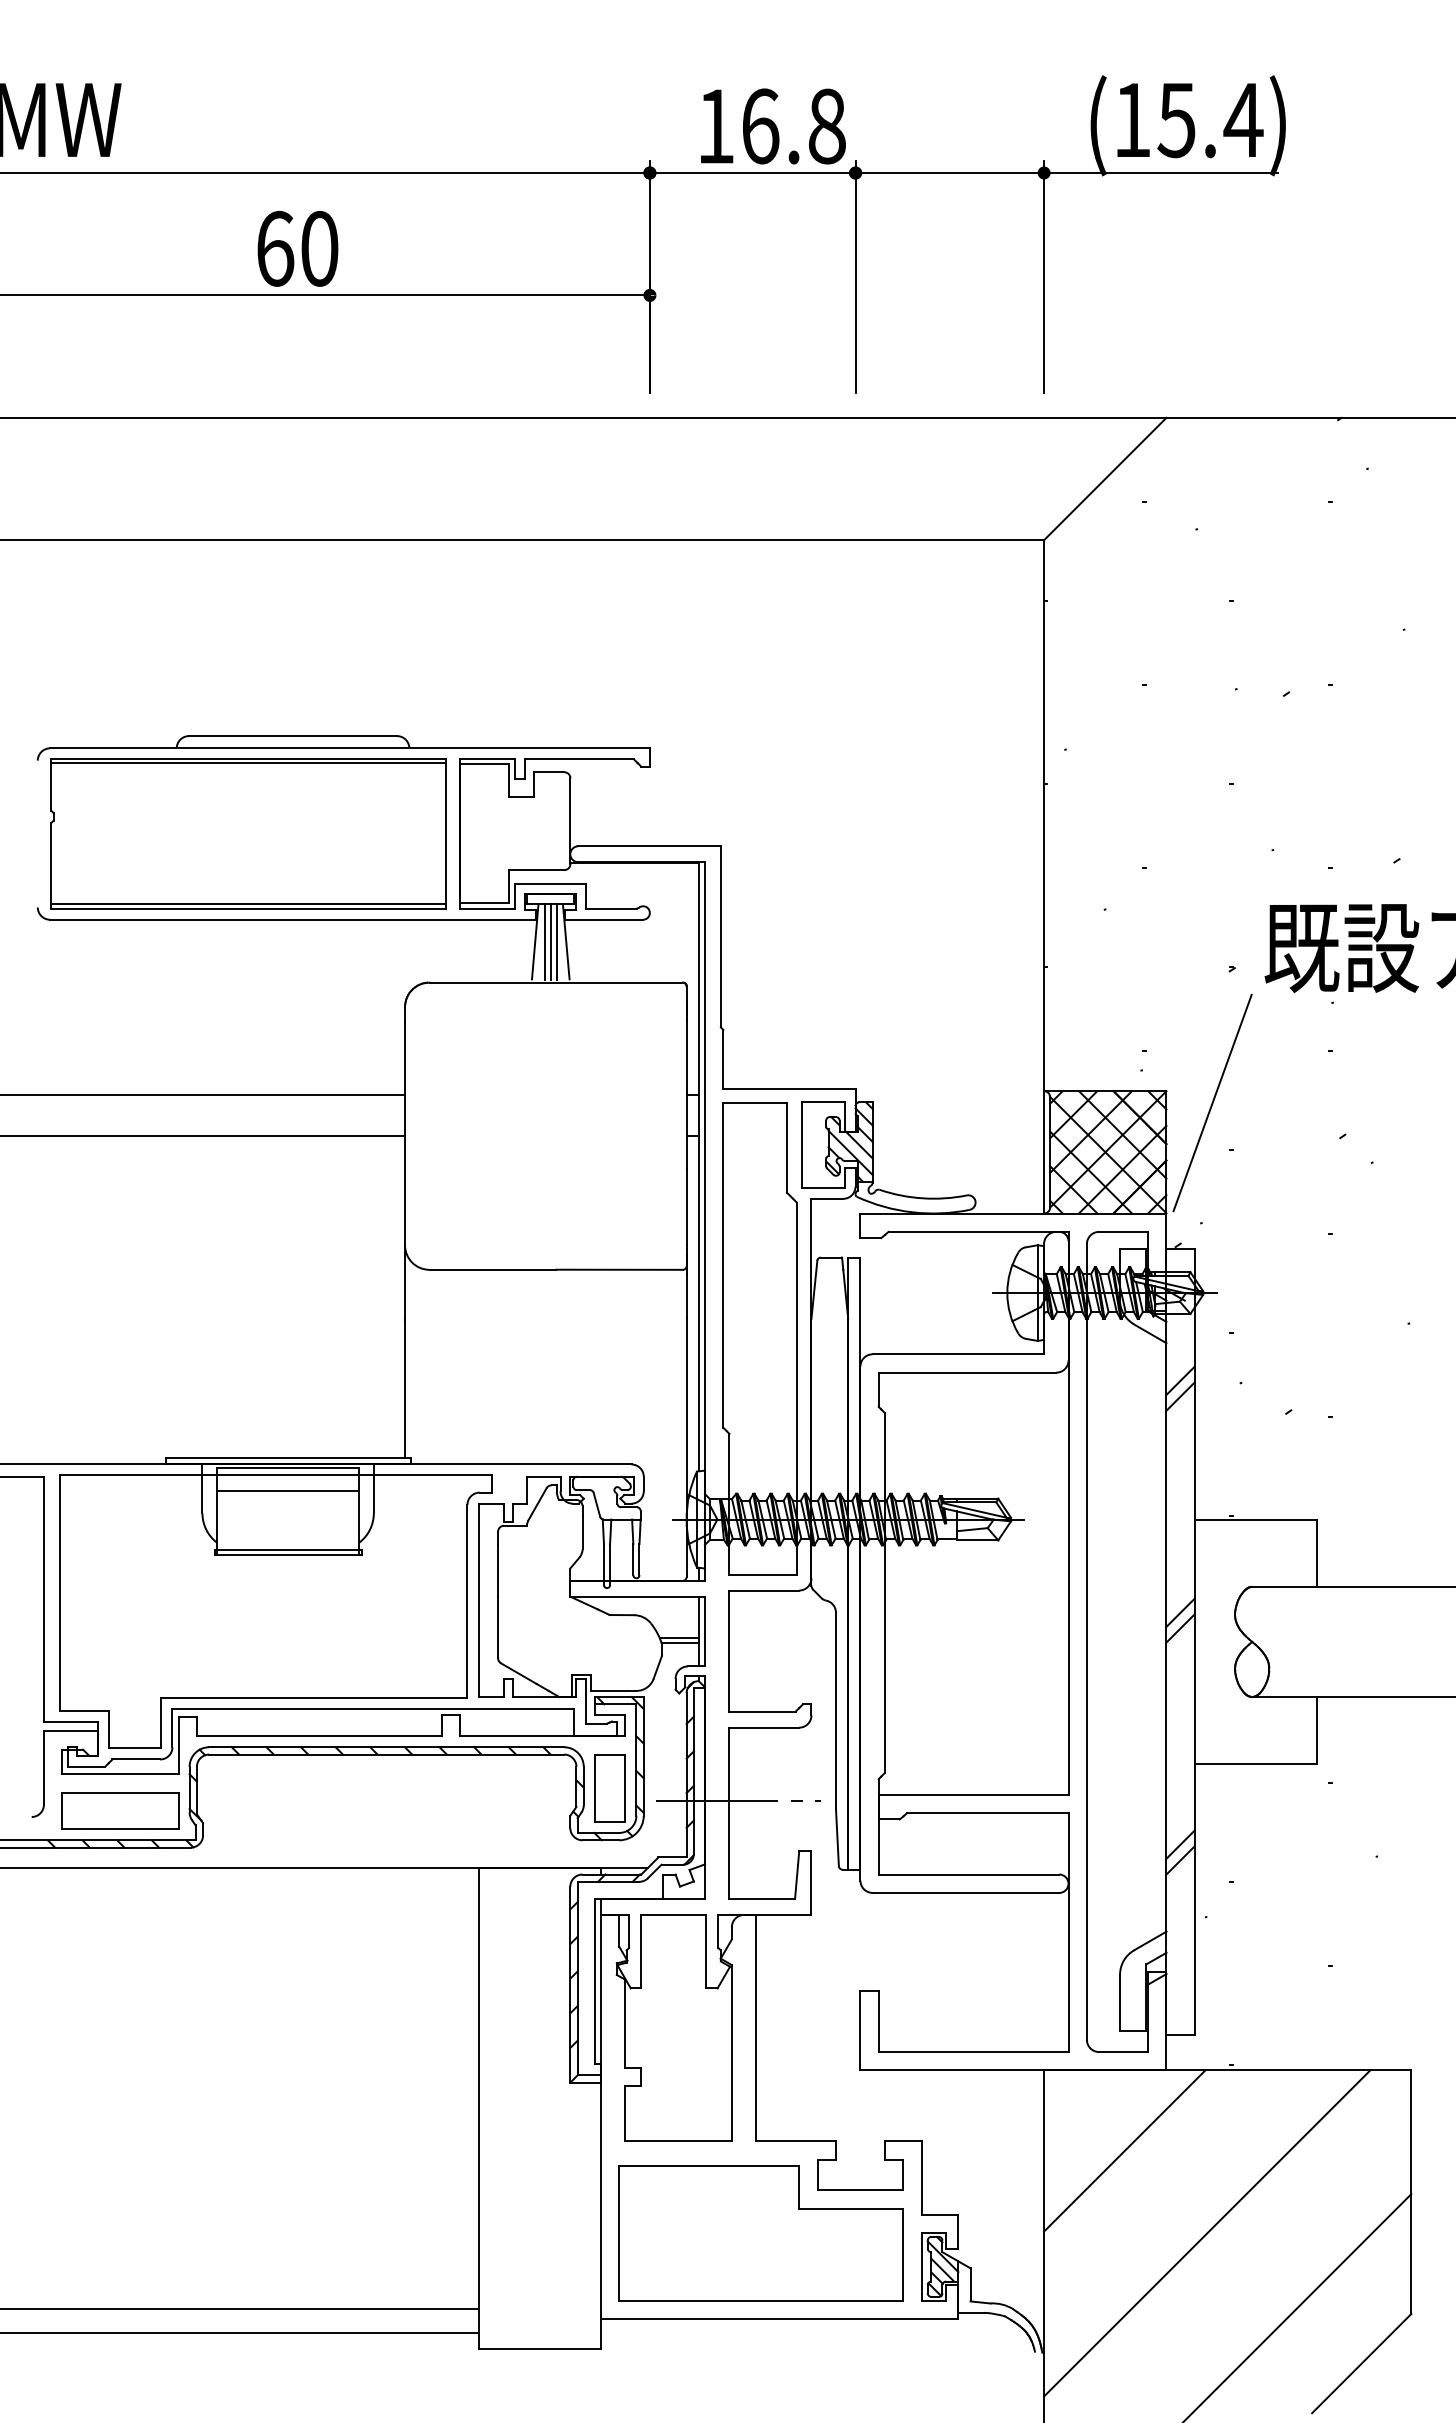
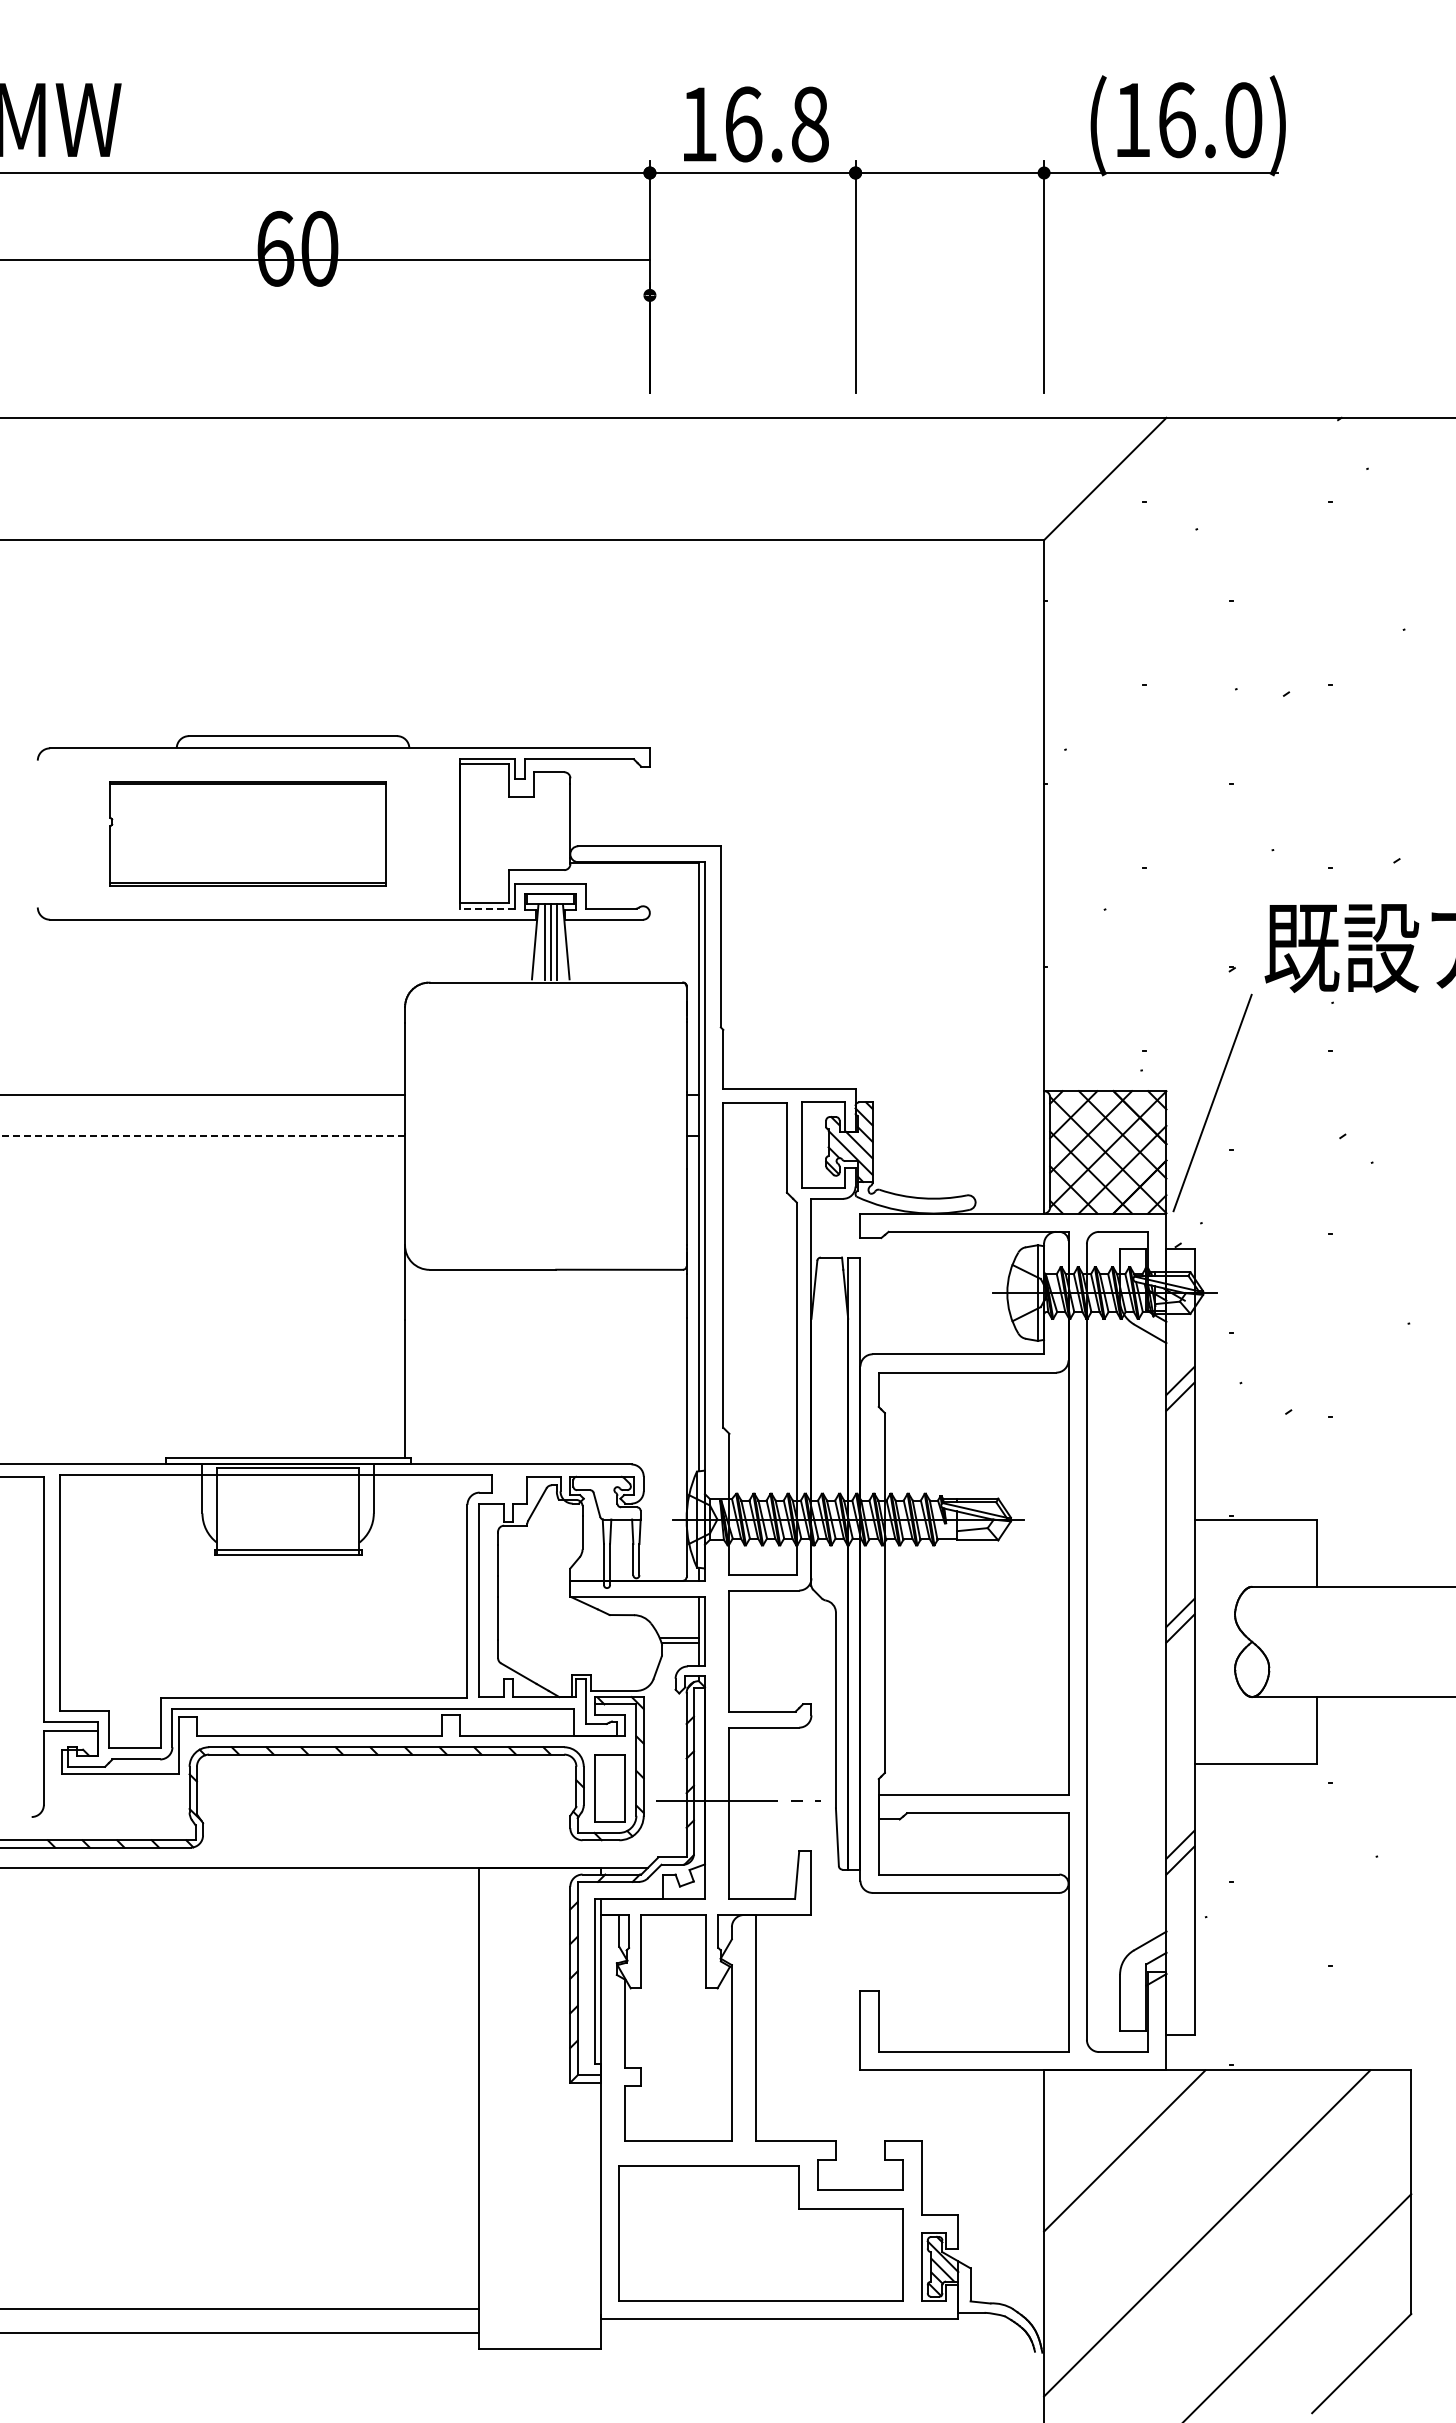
text at (1210, 120): (15.4) -> (16.0)
text at (773, 126) position: (773, 126) -> (756, 124)
line at (325, 295) position: (325, 295) -> (325, 260)
part at (248, 833) size: 397x152 px -> 278x106 px
line at (487, 908): solid -> dashed
line at (202, 1136): solid -> dashed
line at (288, 1490): present -> none
part at (120, 1810): present -> none
